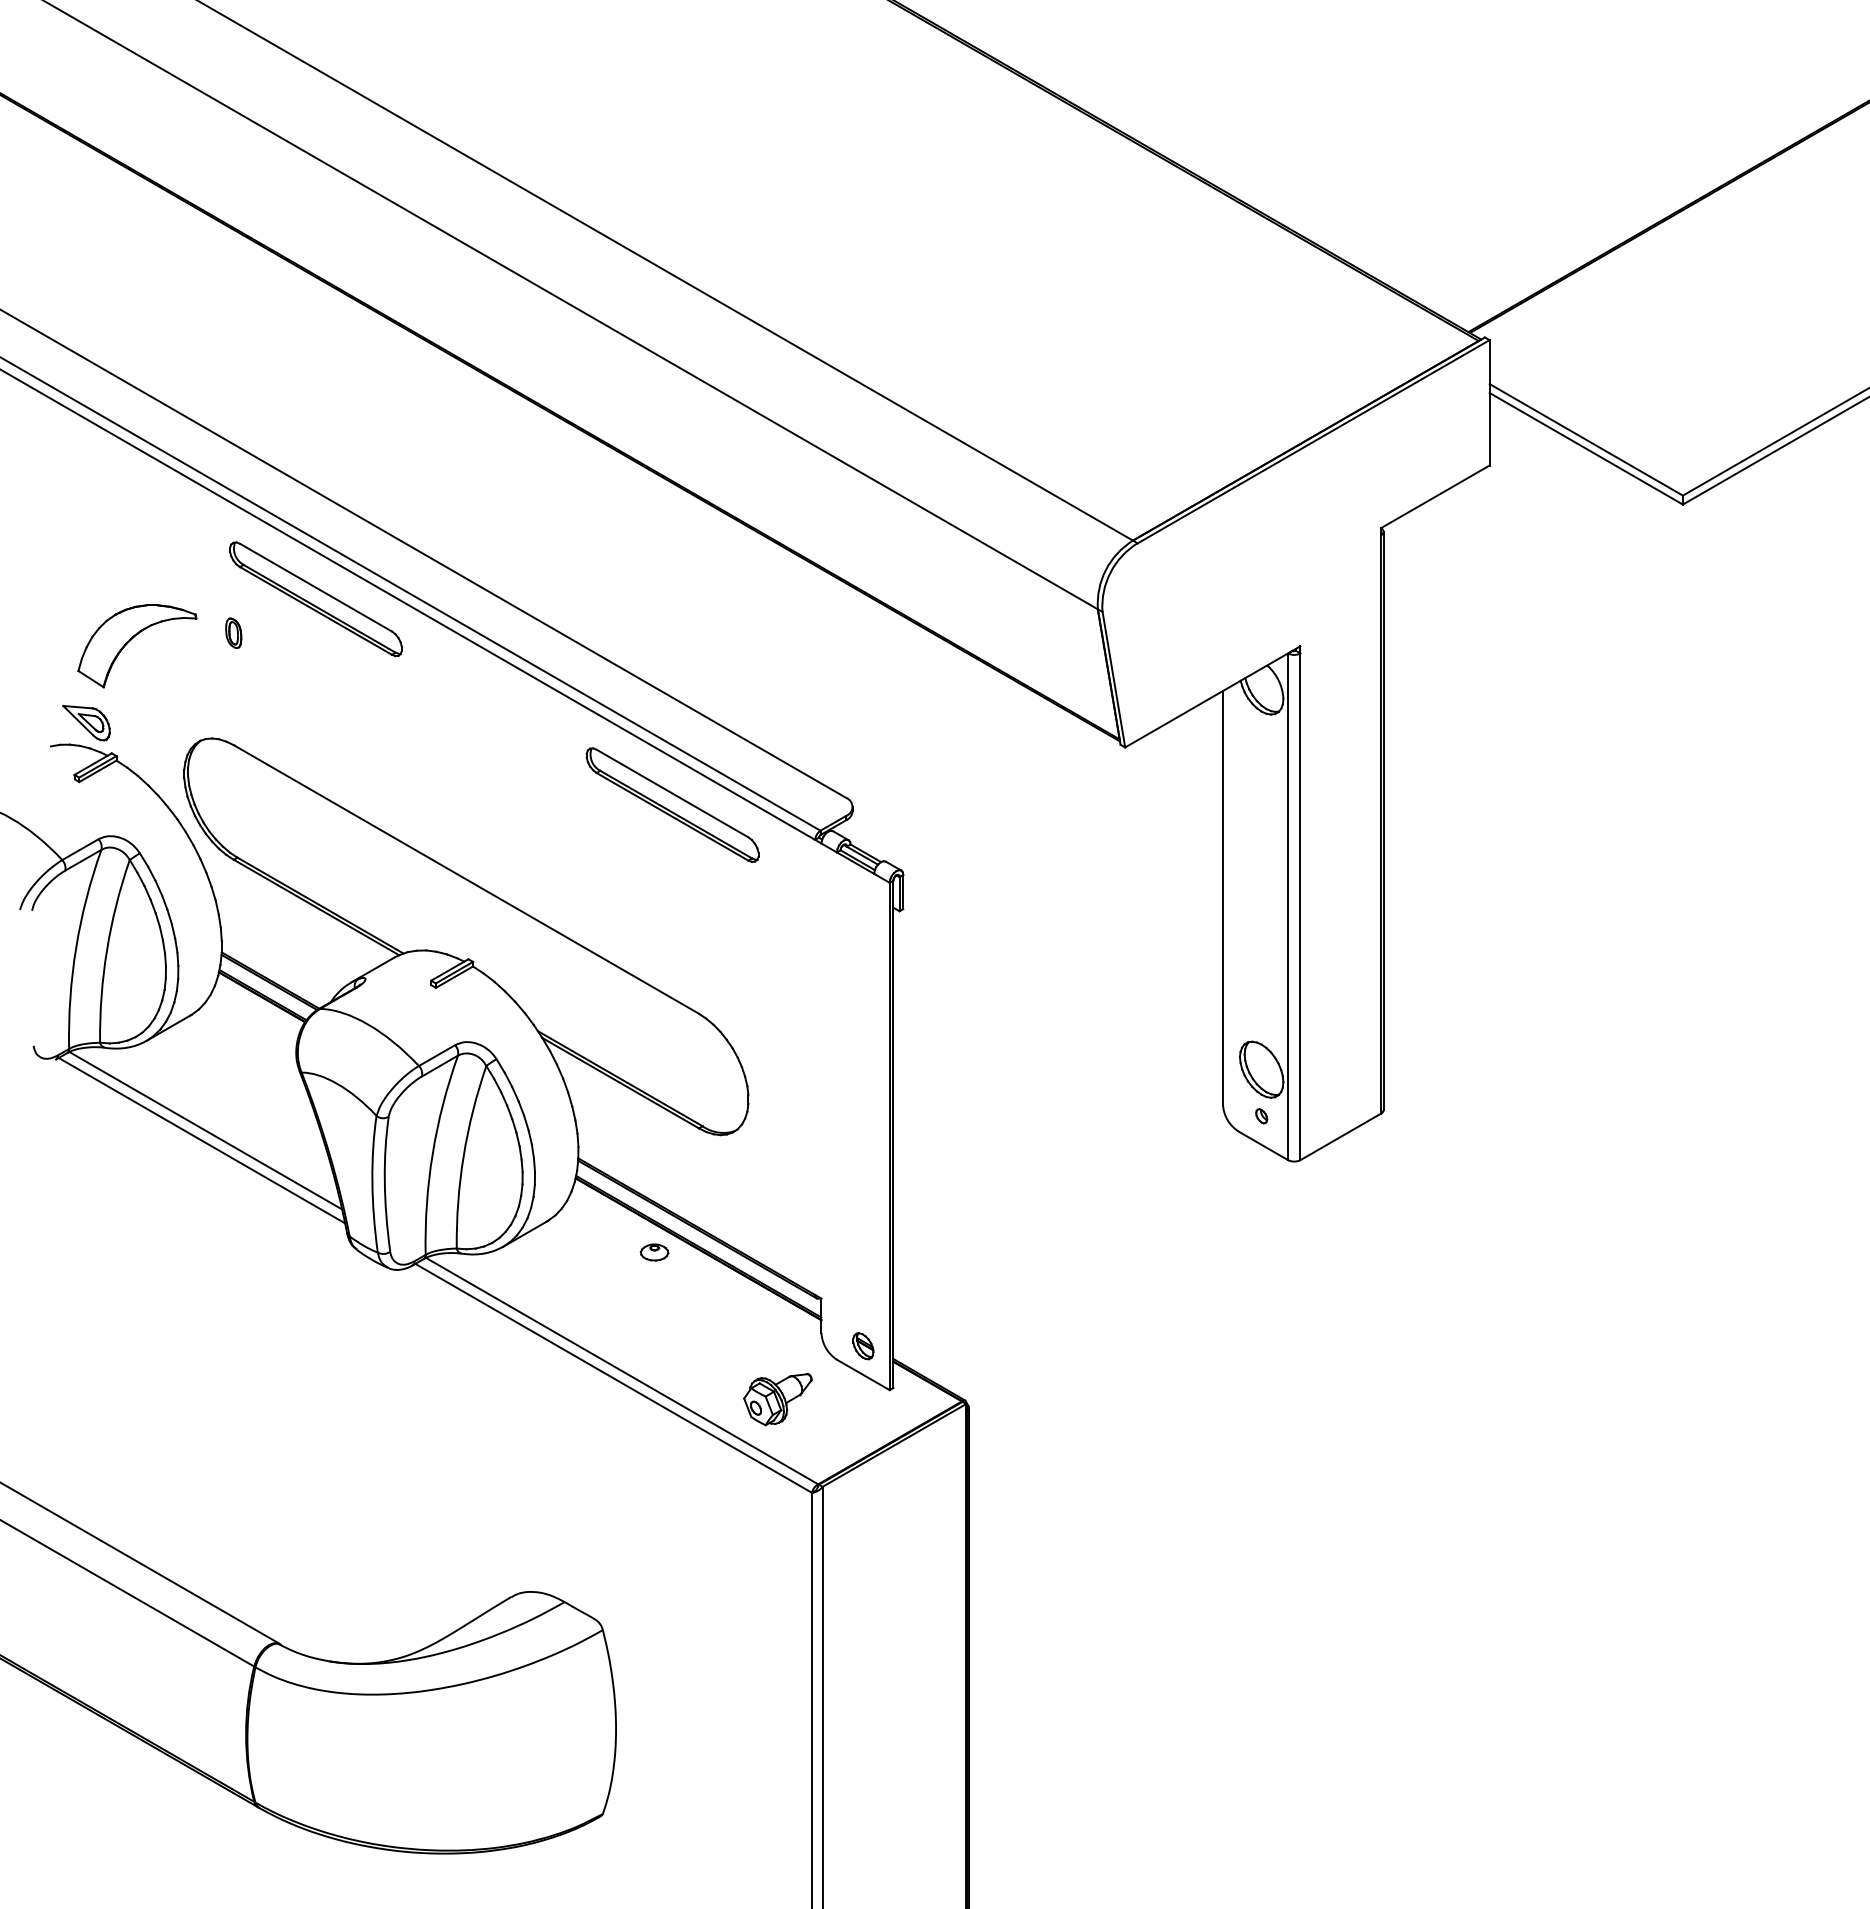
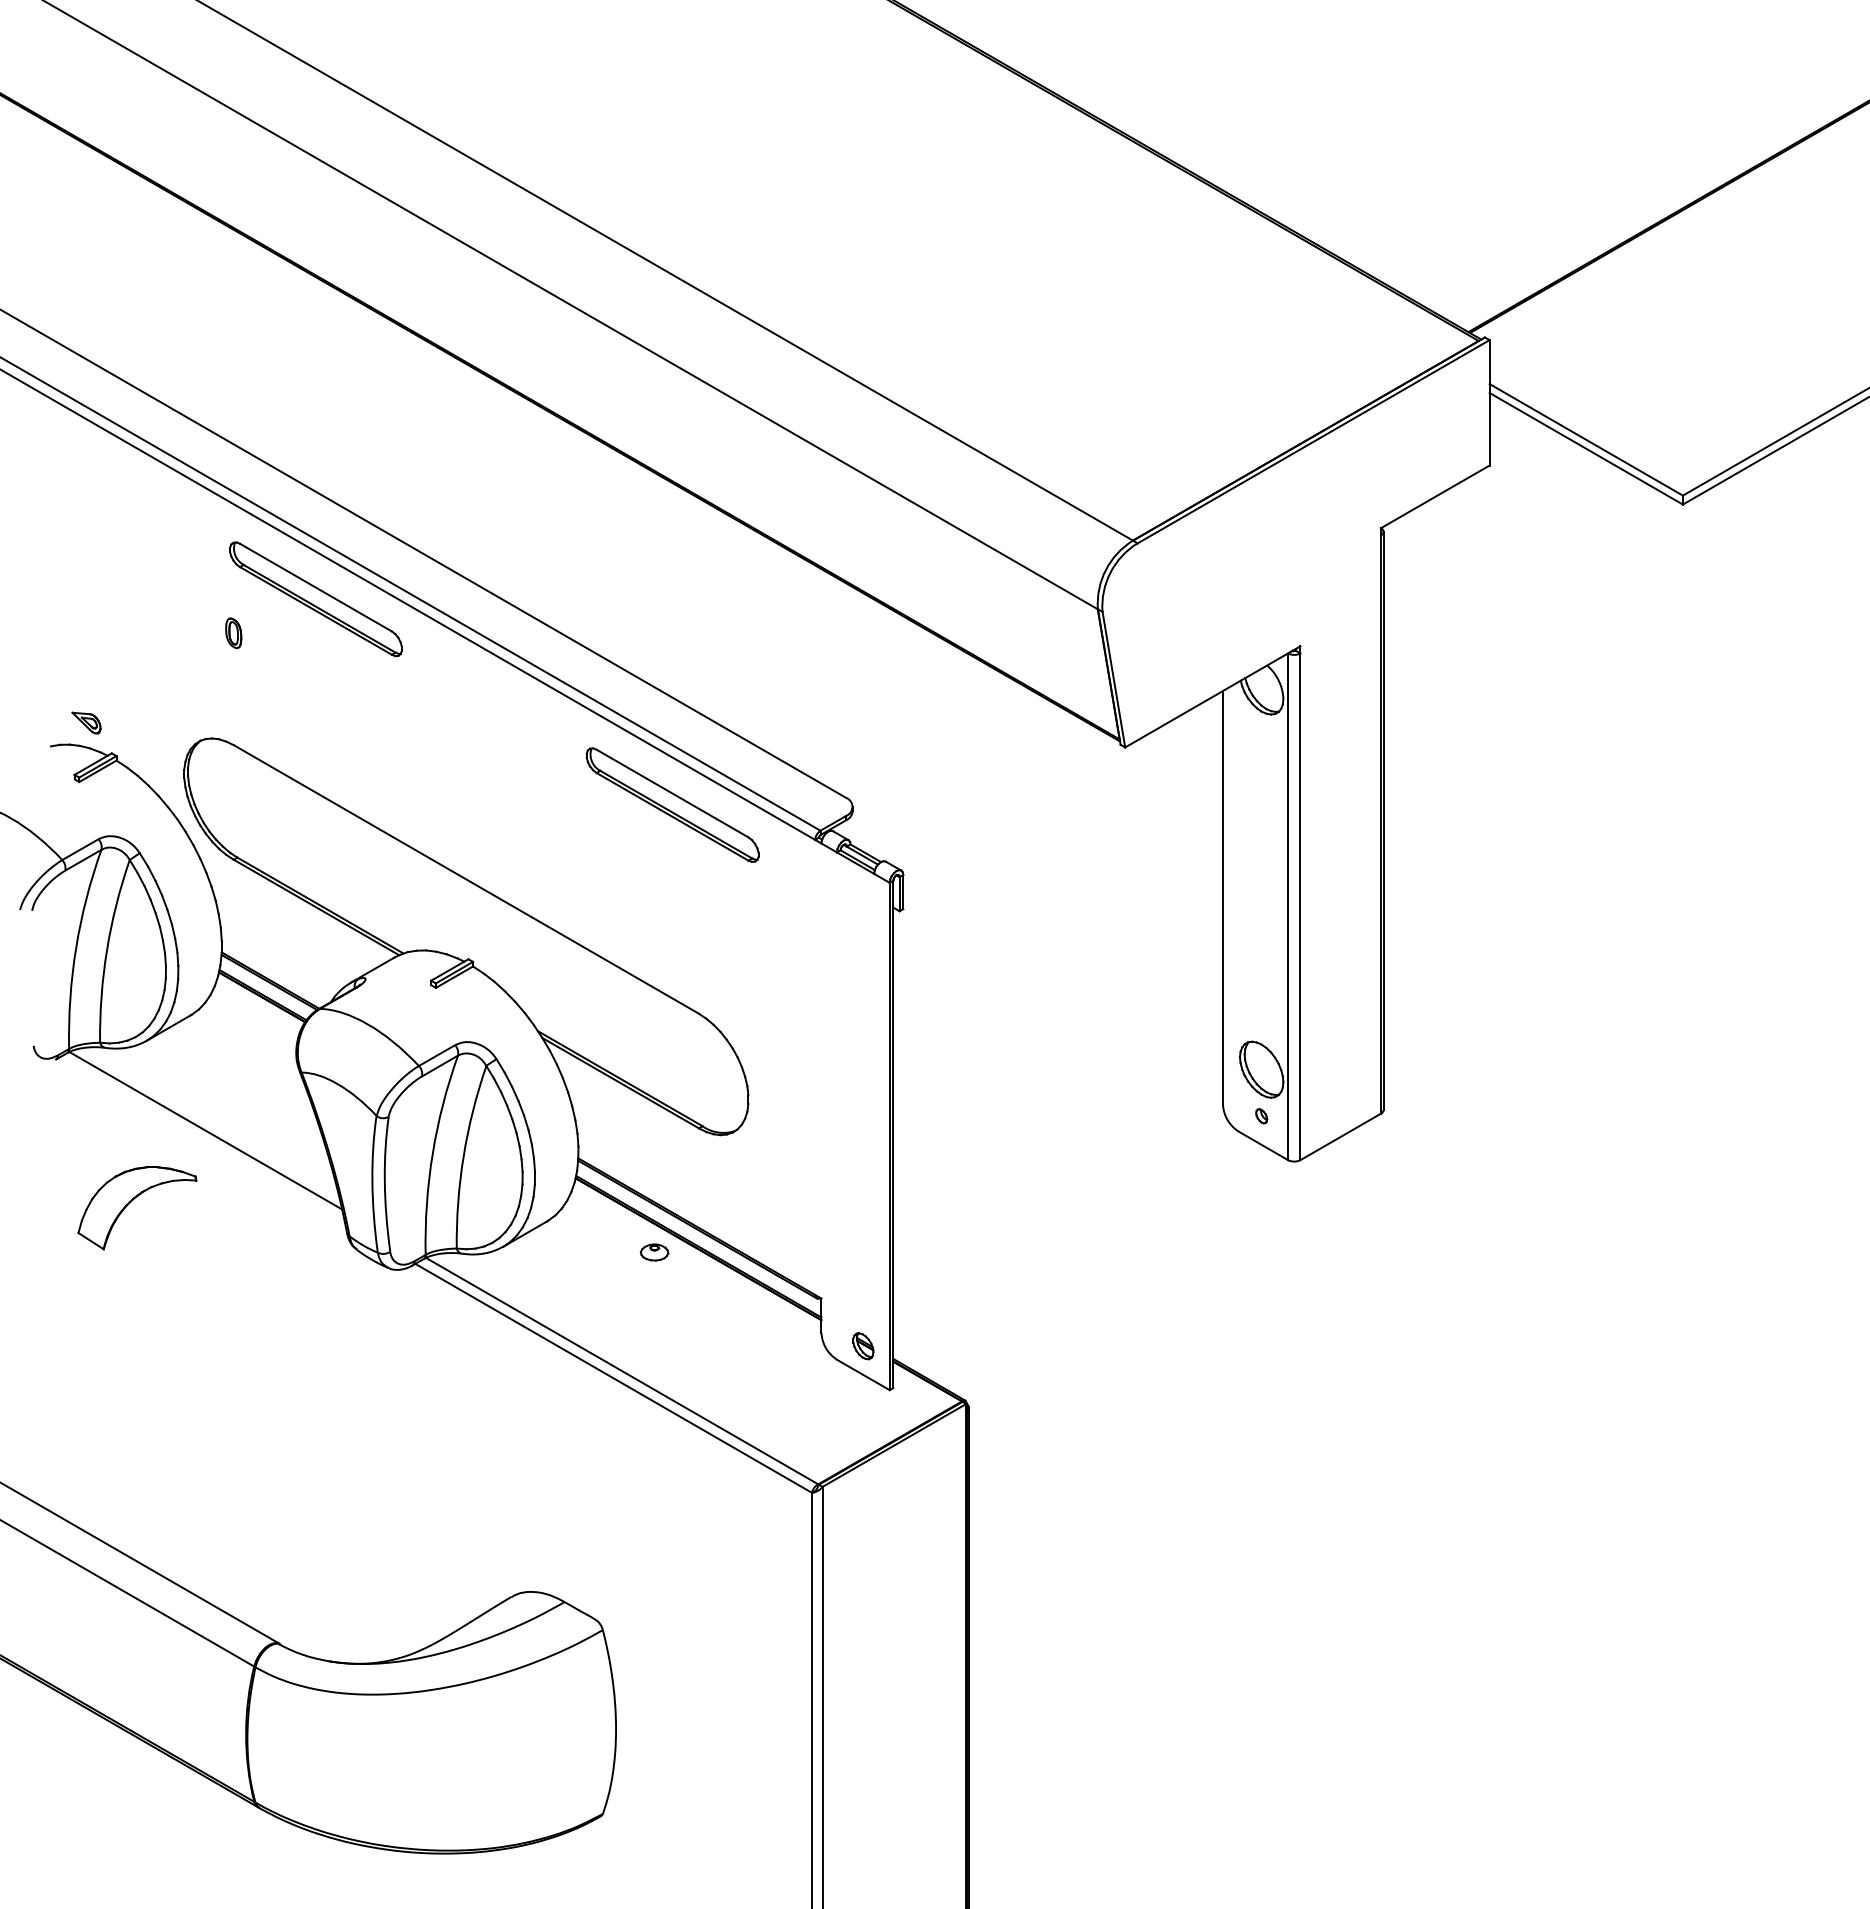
part at (131, 640) position: (131, 640) -> (131, 1202)
part at (86, 722) size: 49x38 px -> 31x24 px
line at (201, 1140): present -> none
part at (777, 1399): present -> none
